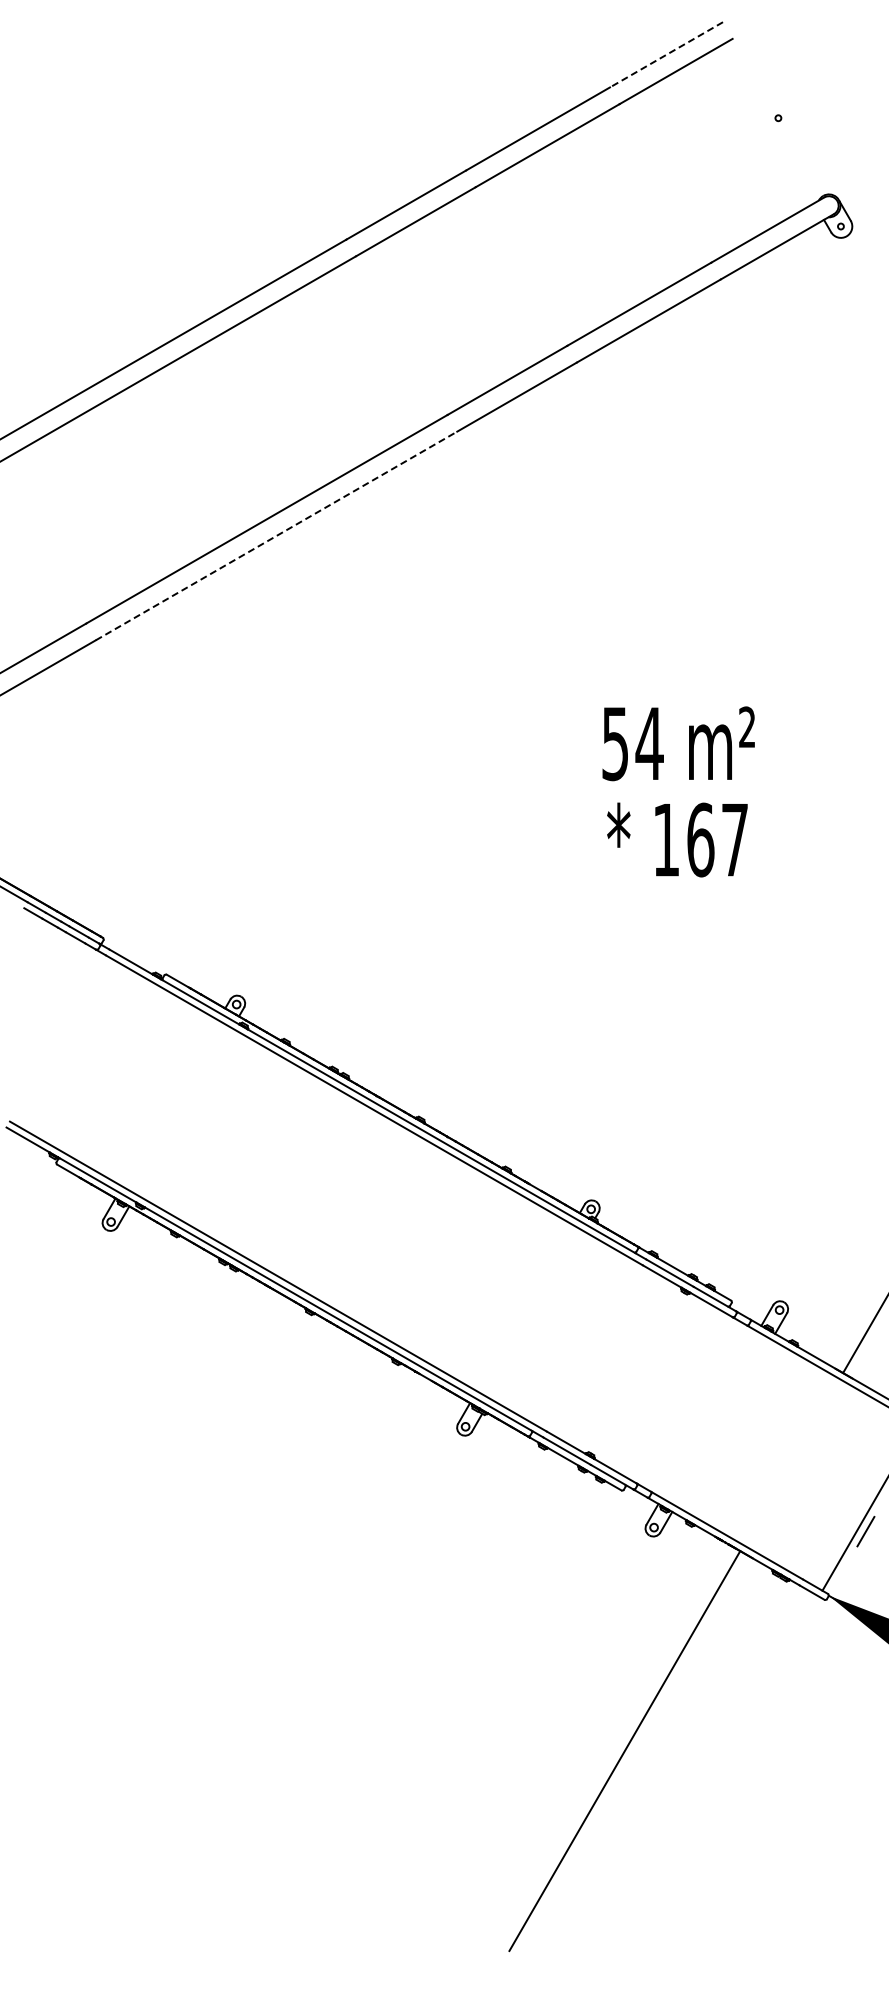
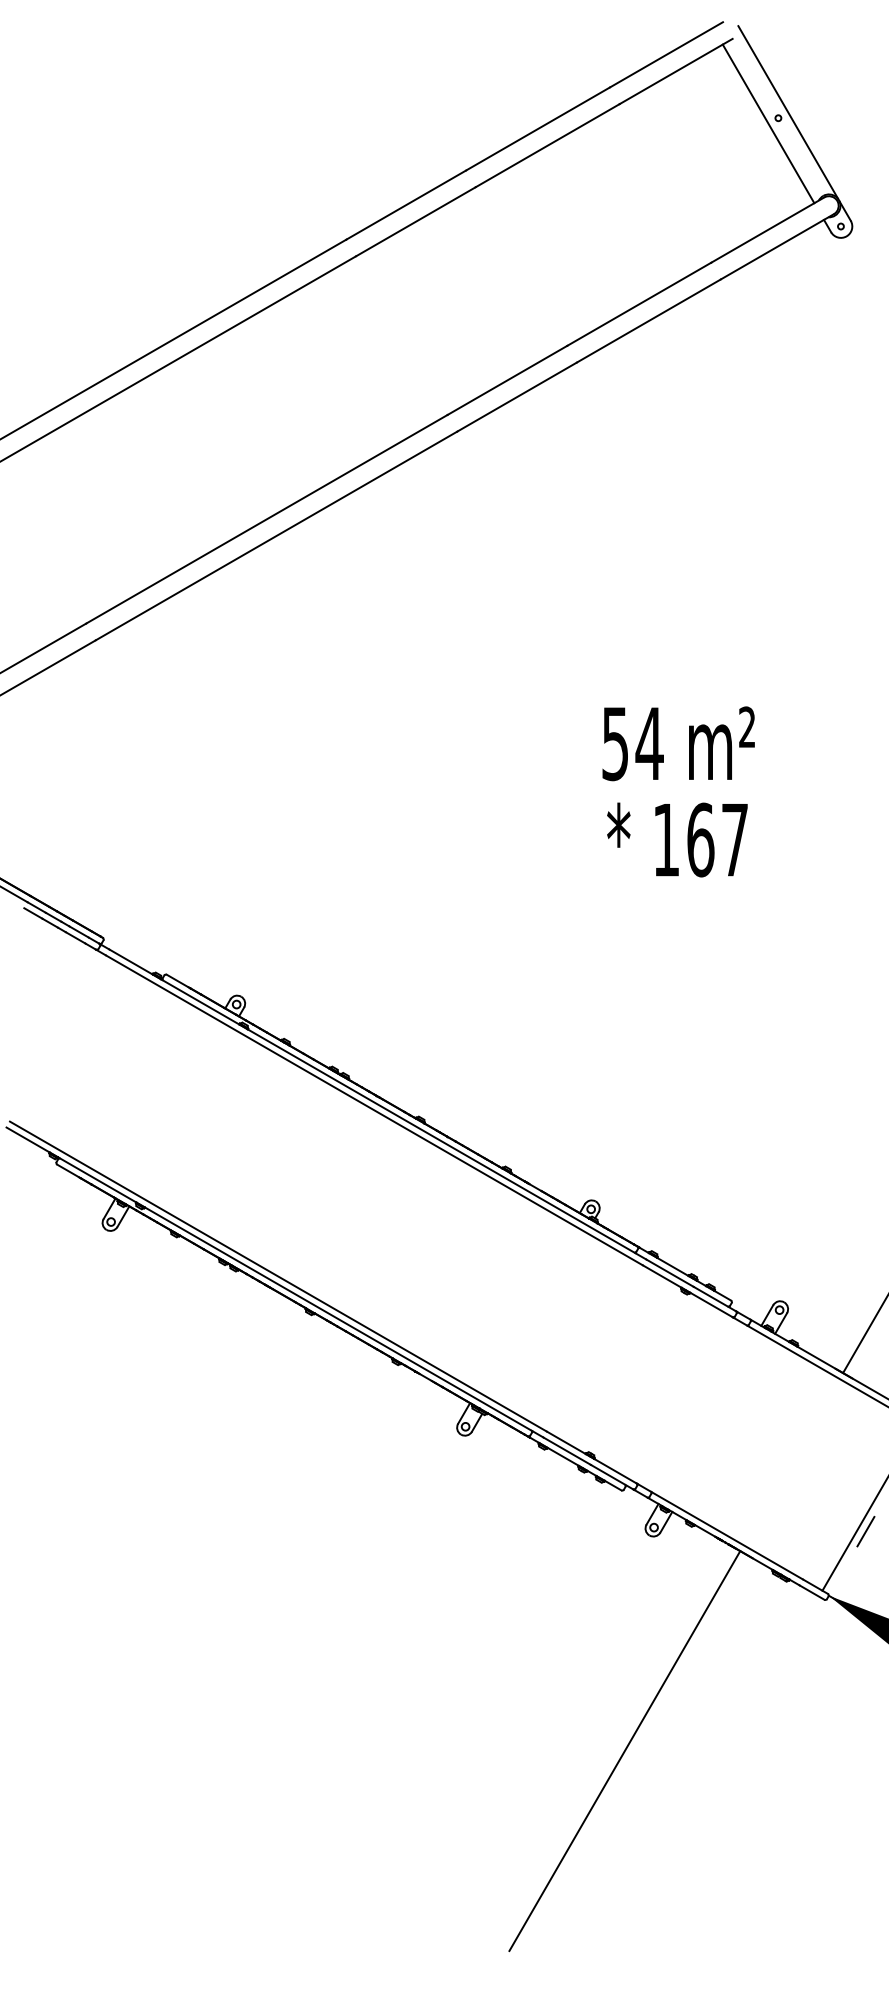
line at (666, 55): dashed -> solid
line at (788, 112): none -> present
line at (768, 123): none -> present
line at (276, 535): dashed -> solid
